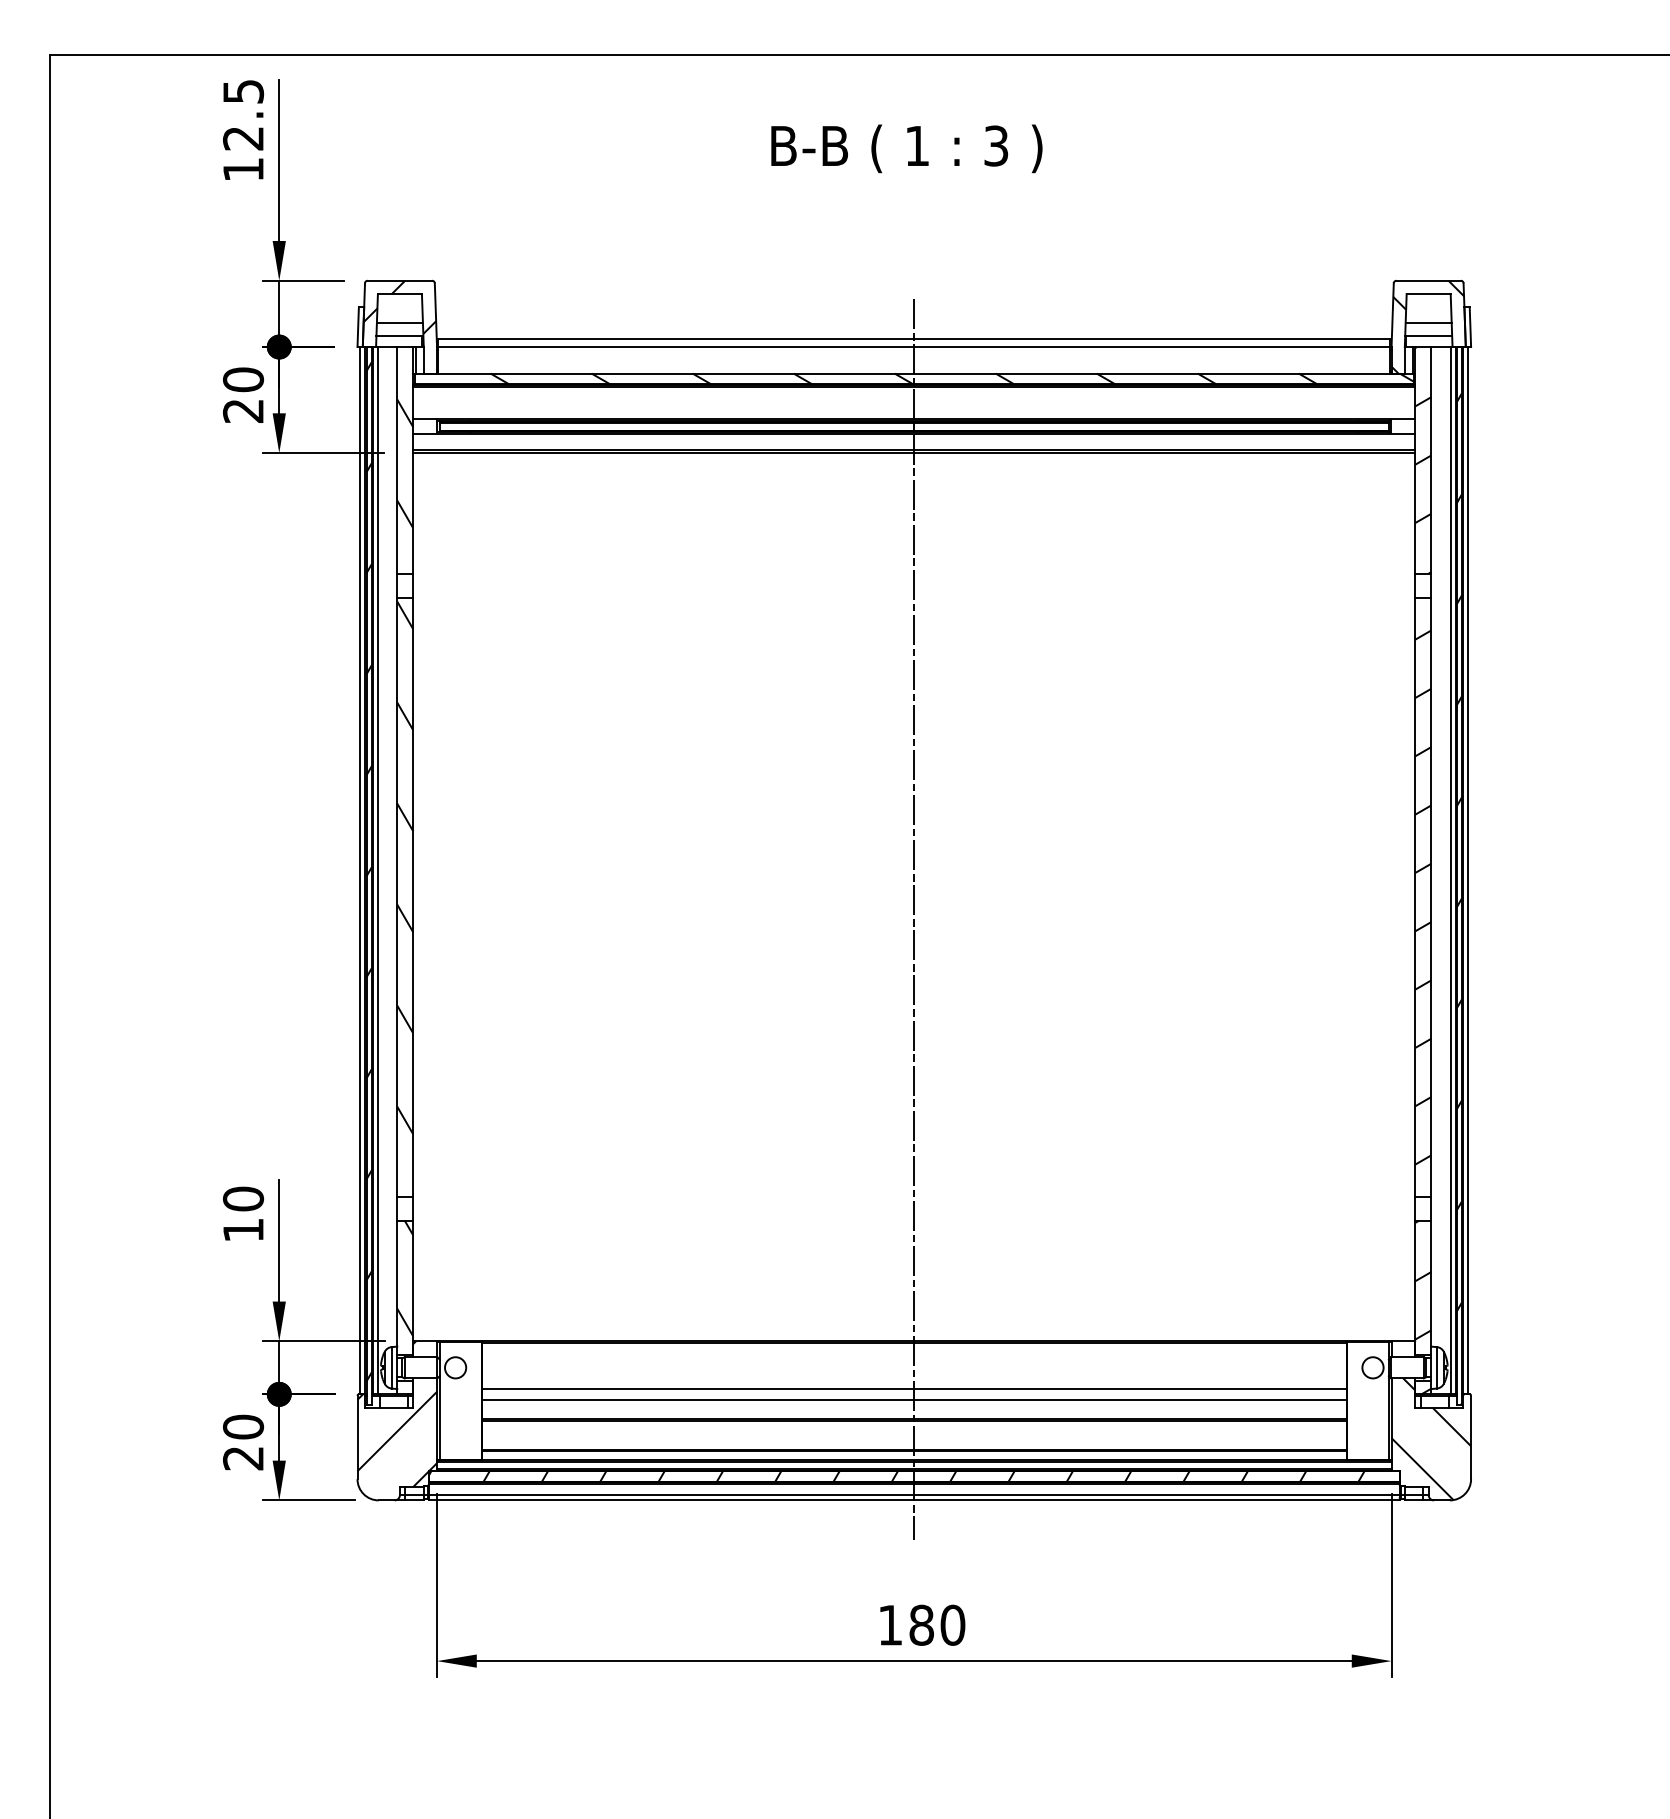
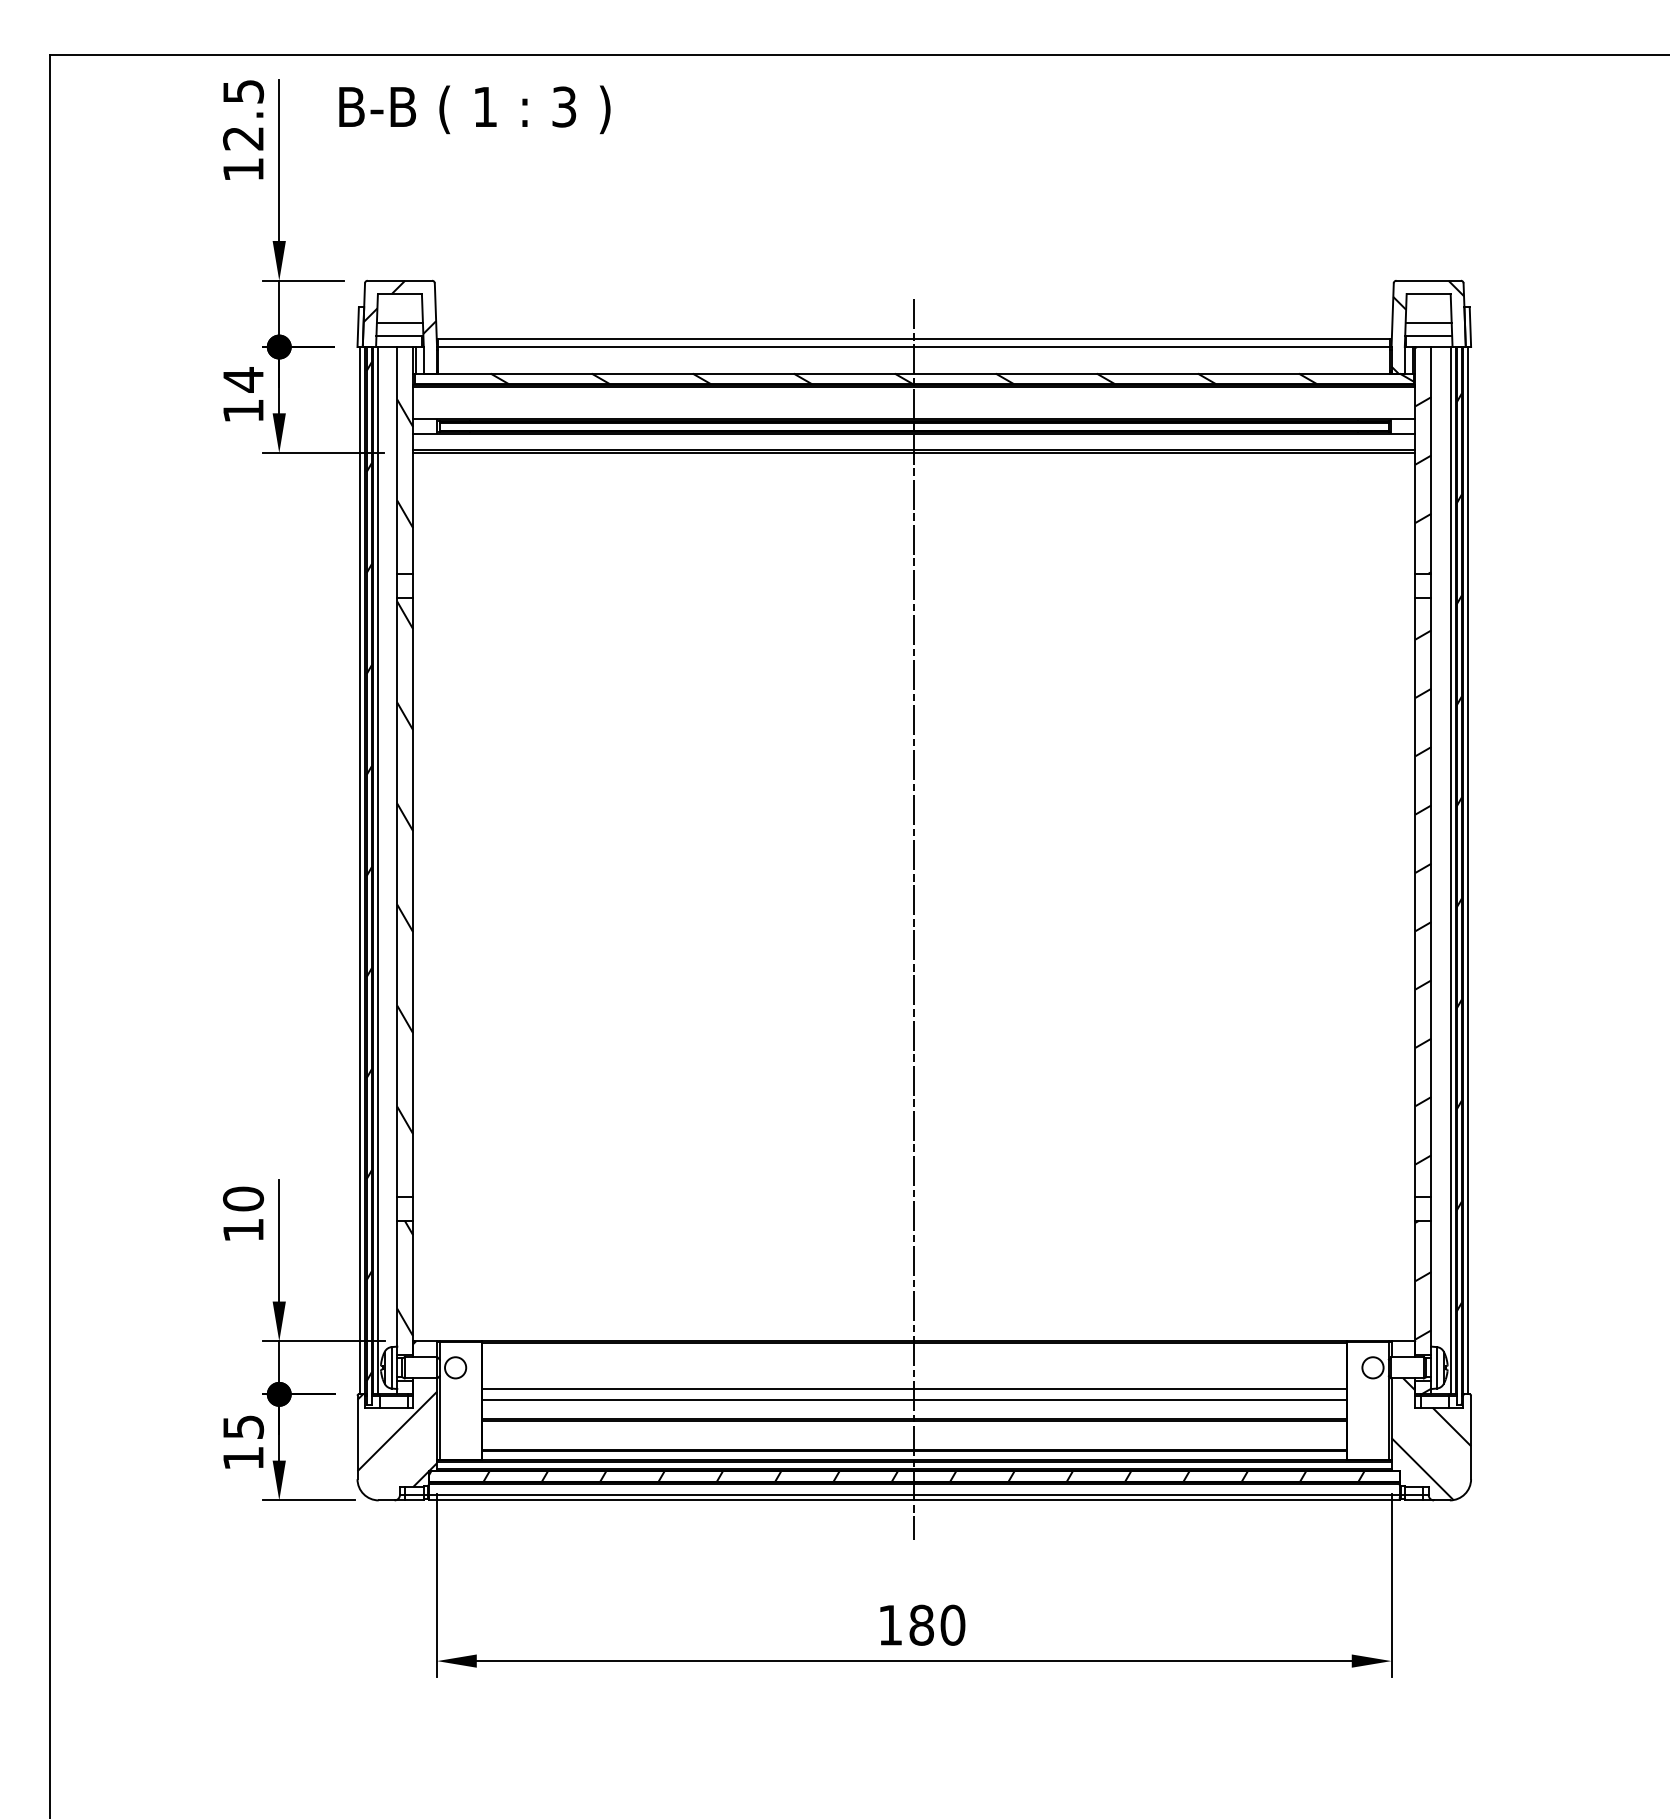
text at (906, 148) position: (906, 148) -> (474, 109)
text at (243, 394): 20 -> 14
text at (243, 1442): 20 -> 15
